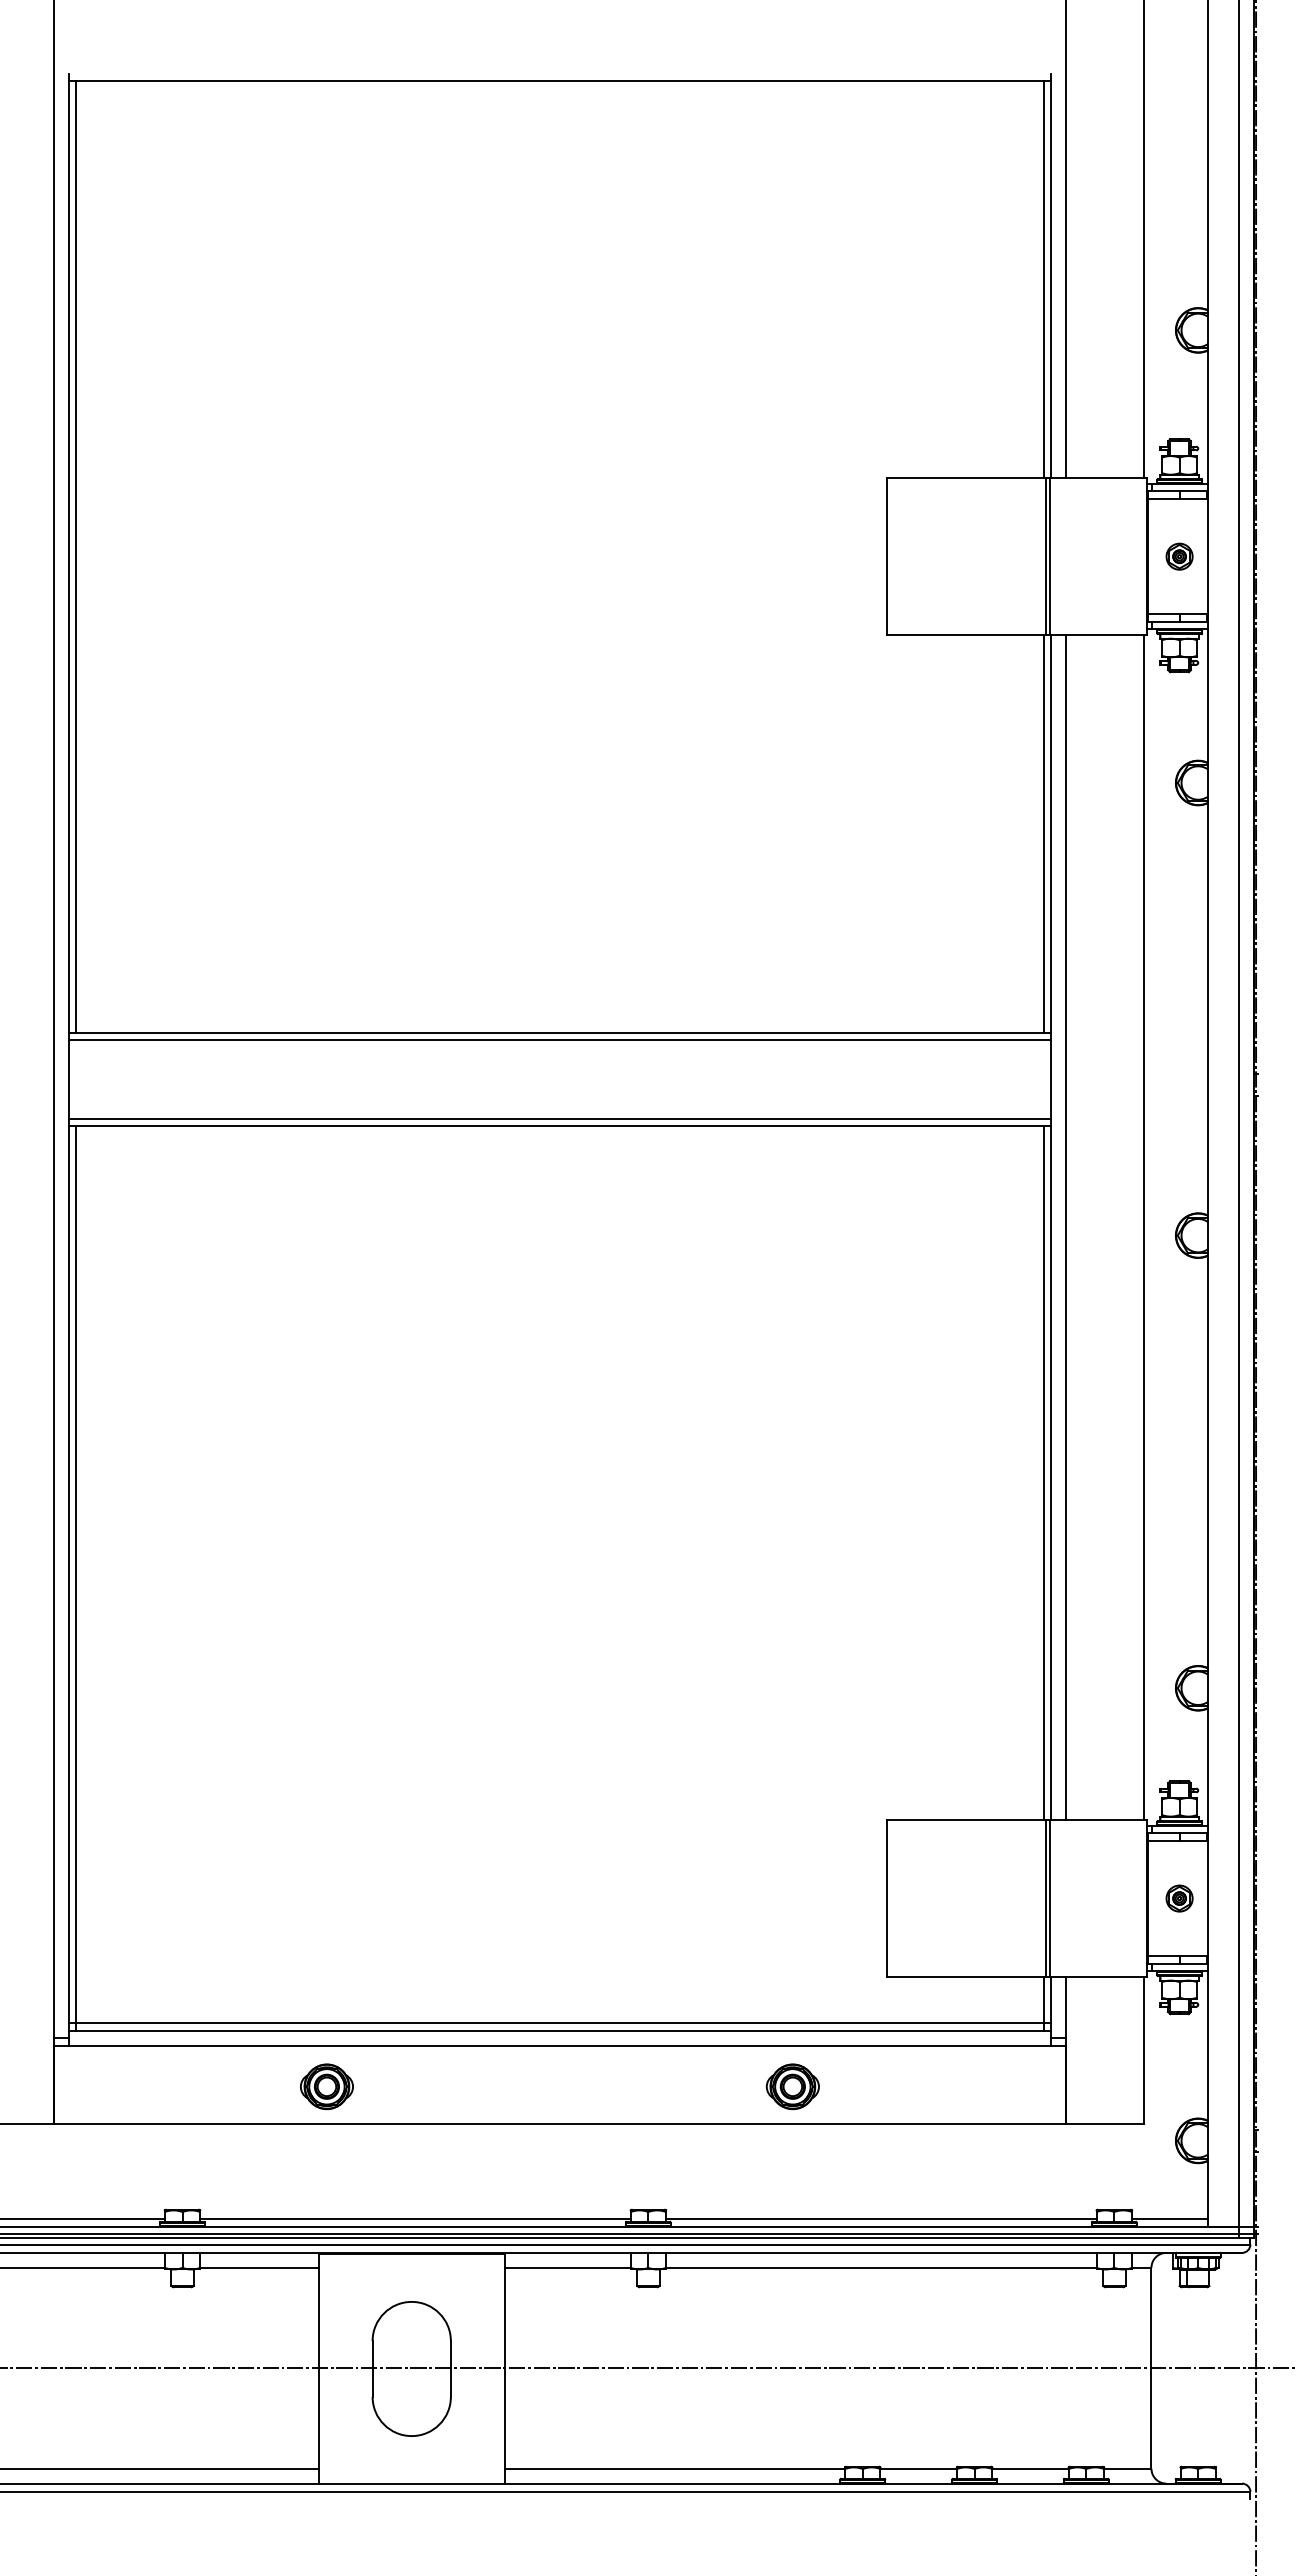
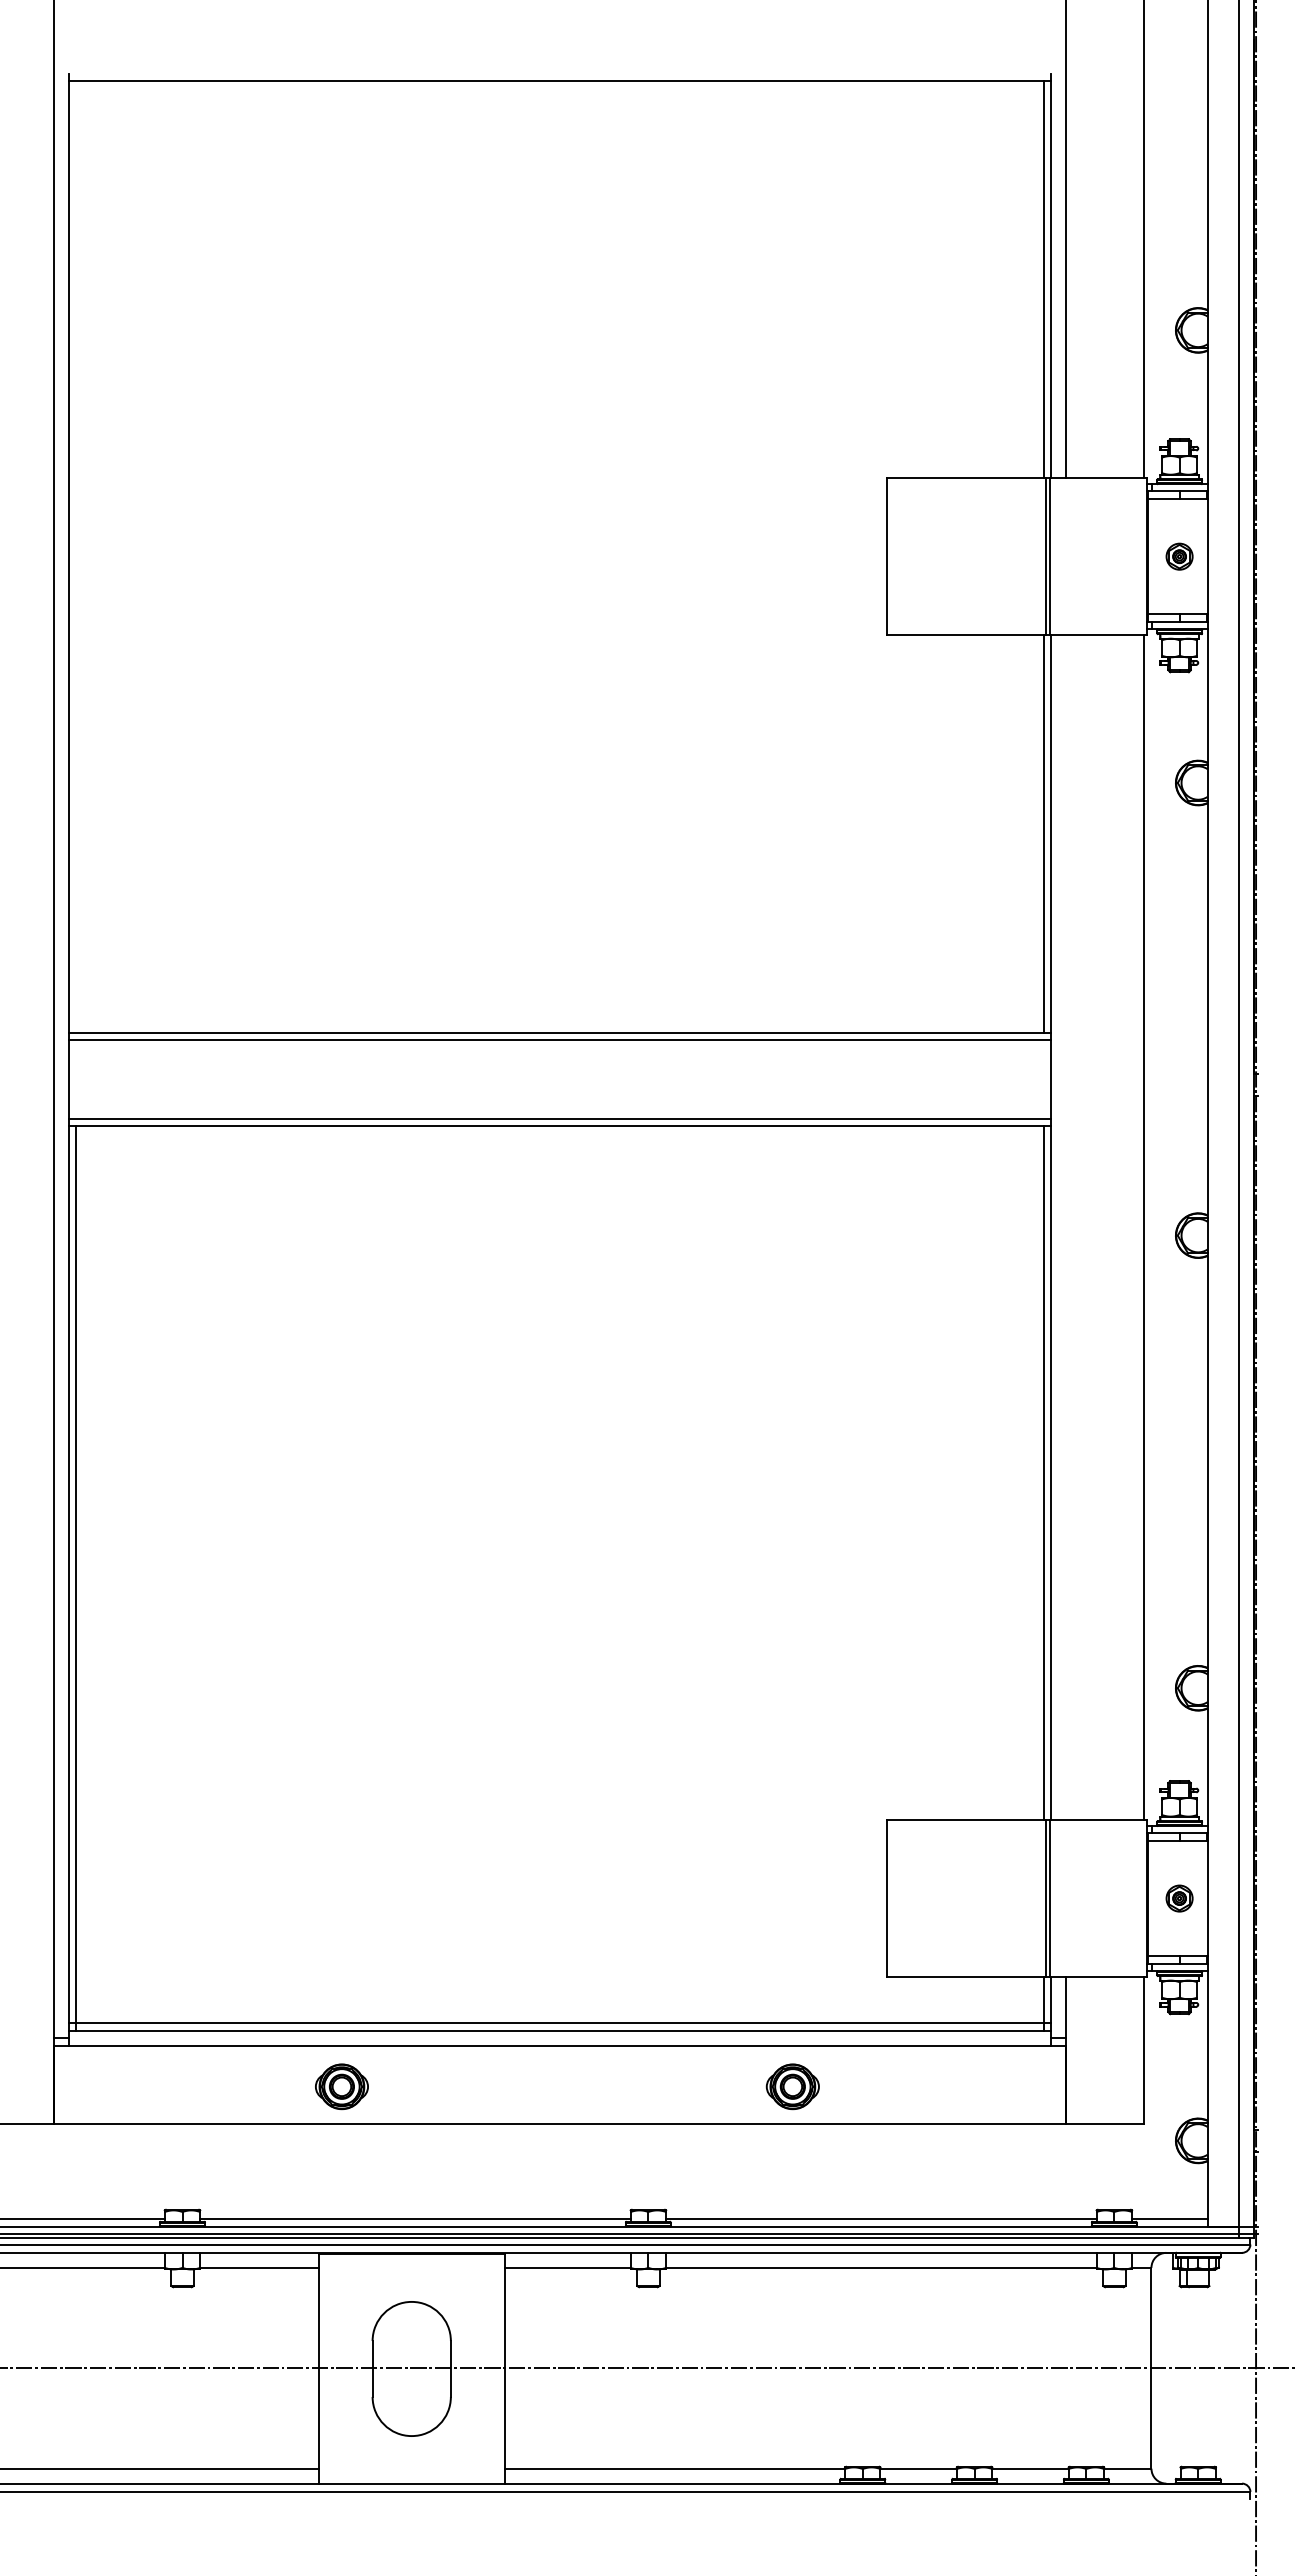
line at (76, 556): present -> none
line at (1065, 1227): present -> none
part at (326, 2086) position: (326, 2086) -> (341, 2086)
